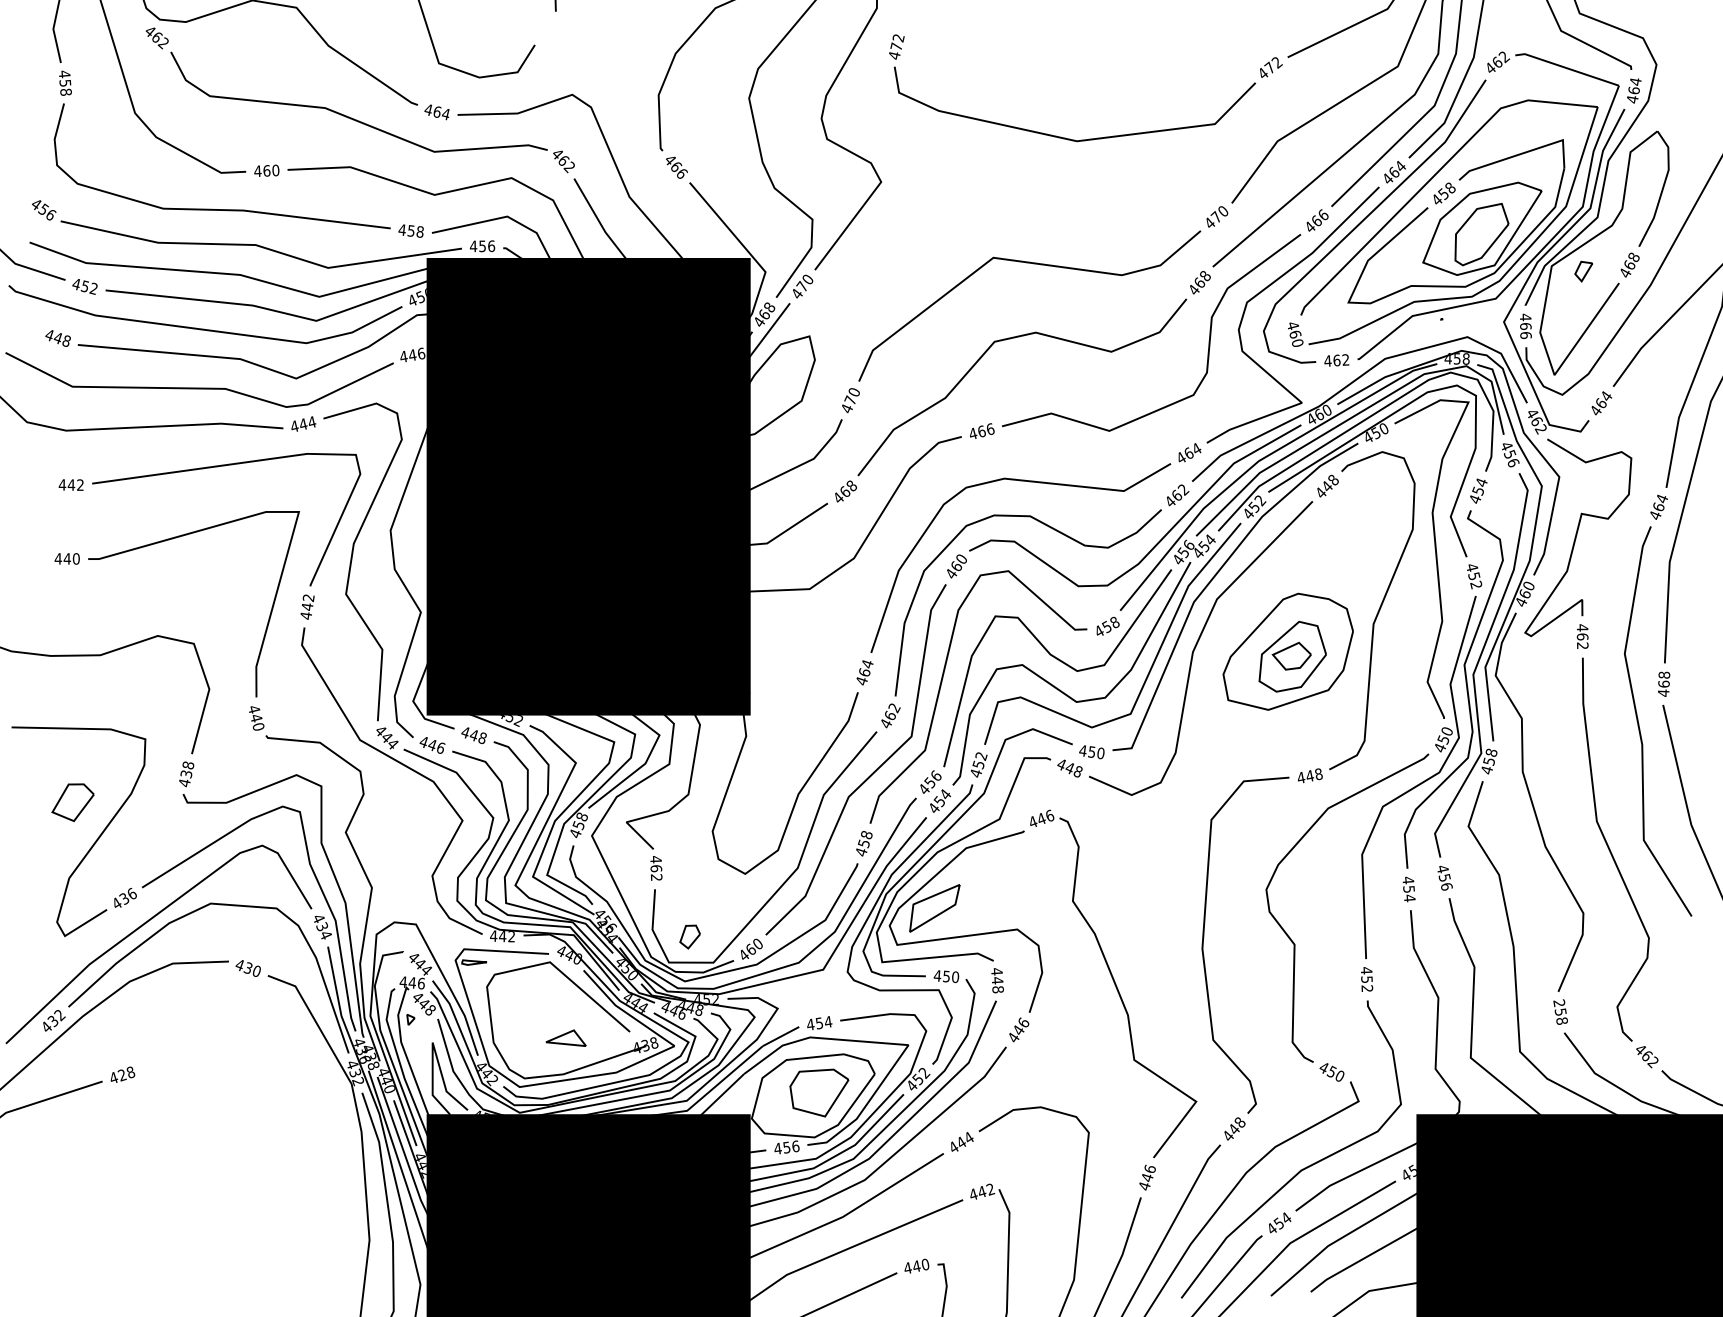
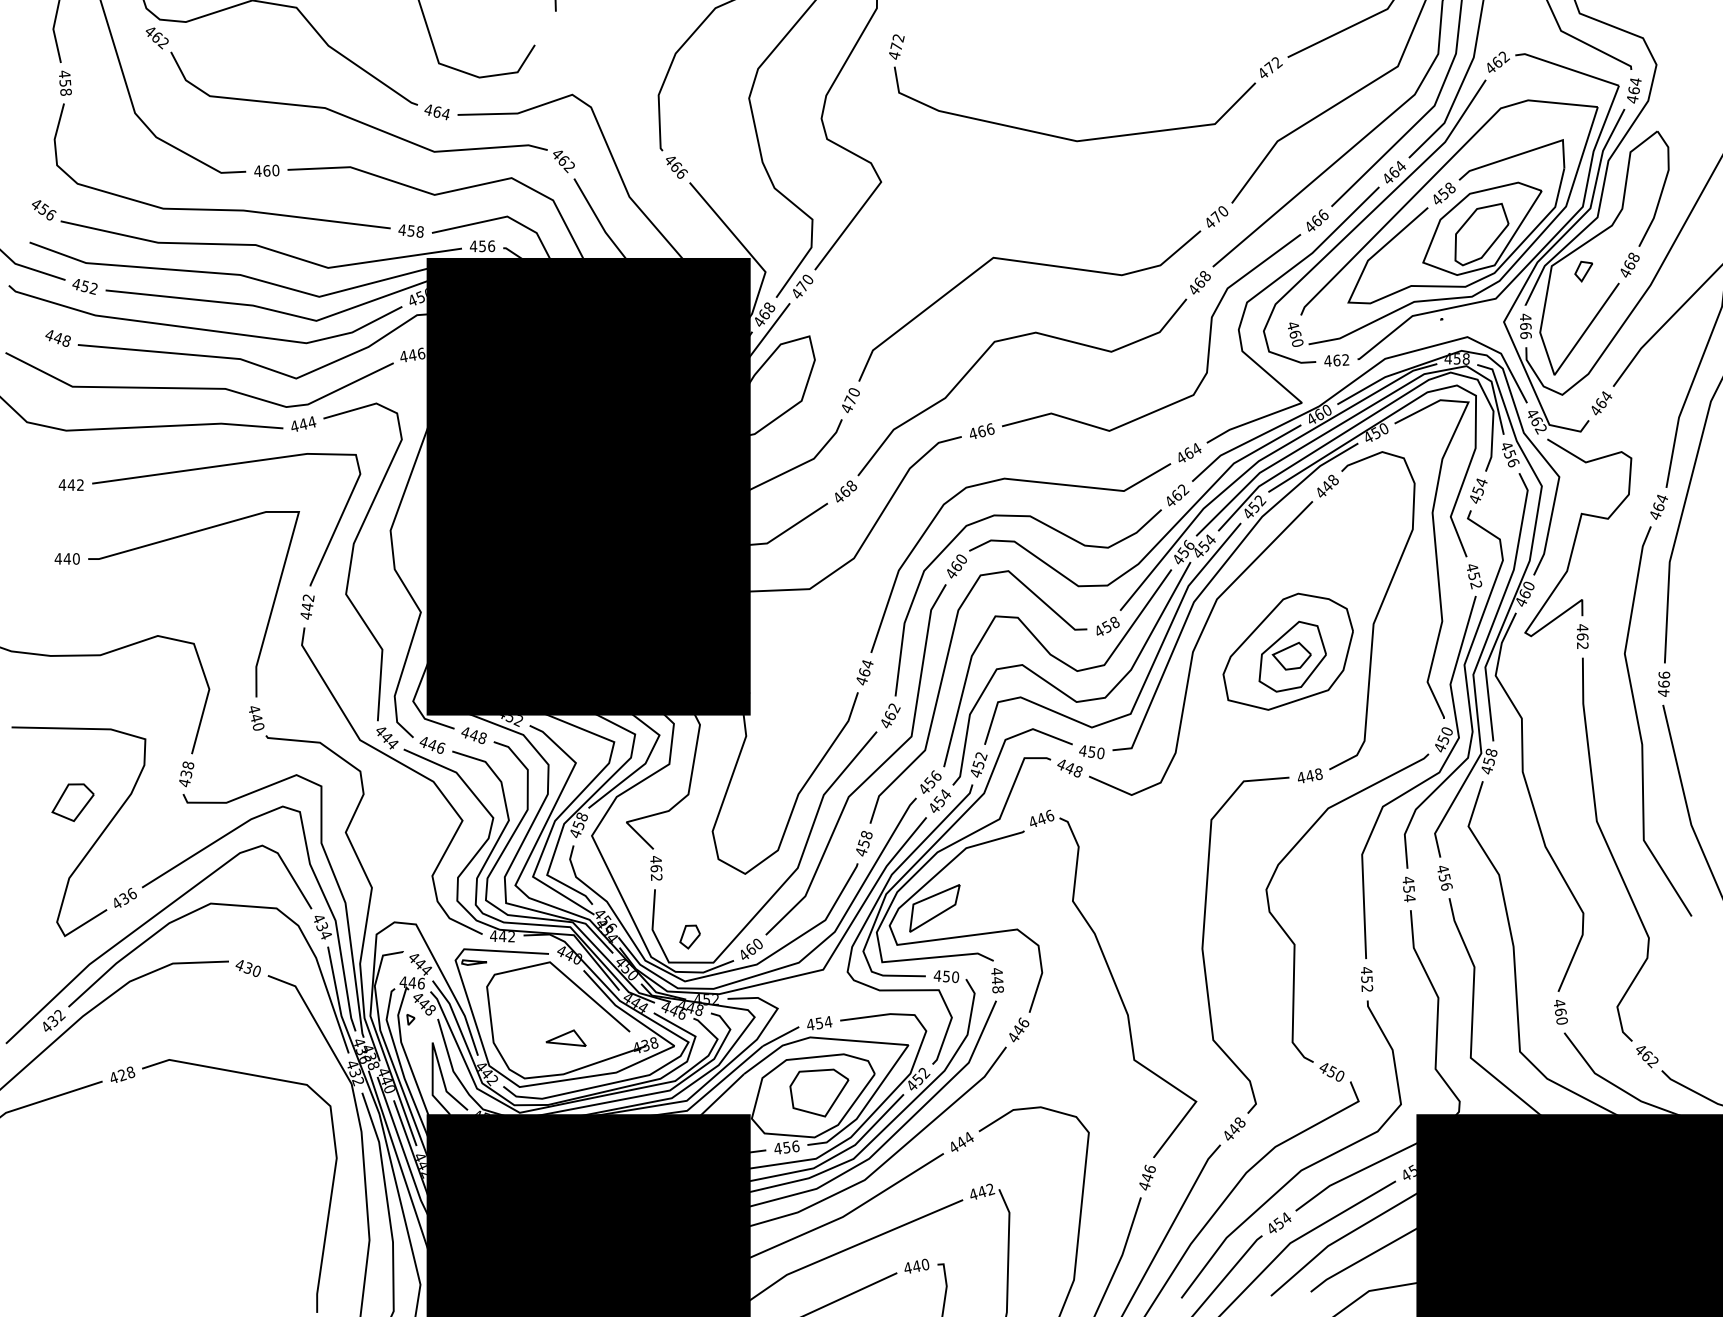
text at (1663, 674): 468 -> 466
text at (1560, 1011): 258 -> 460
curve at (329, 1199): none -> present
